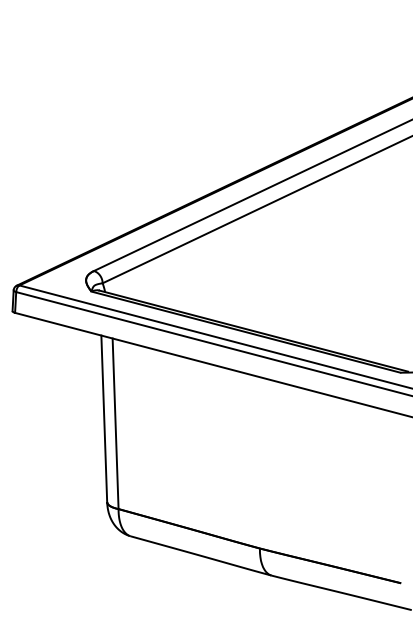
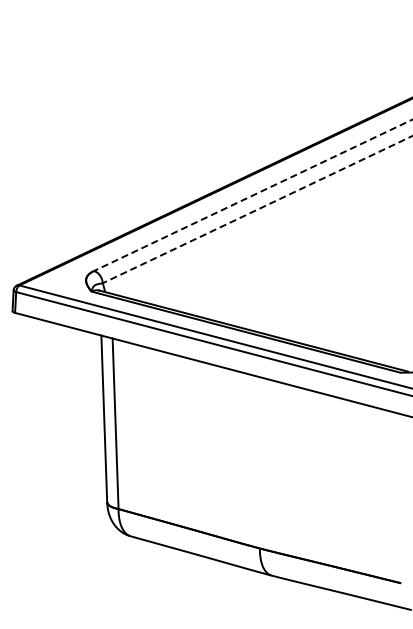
line at (252, 195): solid -> dashed
line at (257, 209): solid -> dashed
